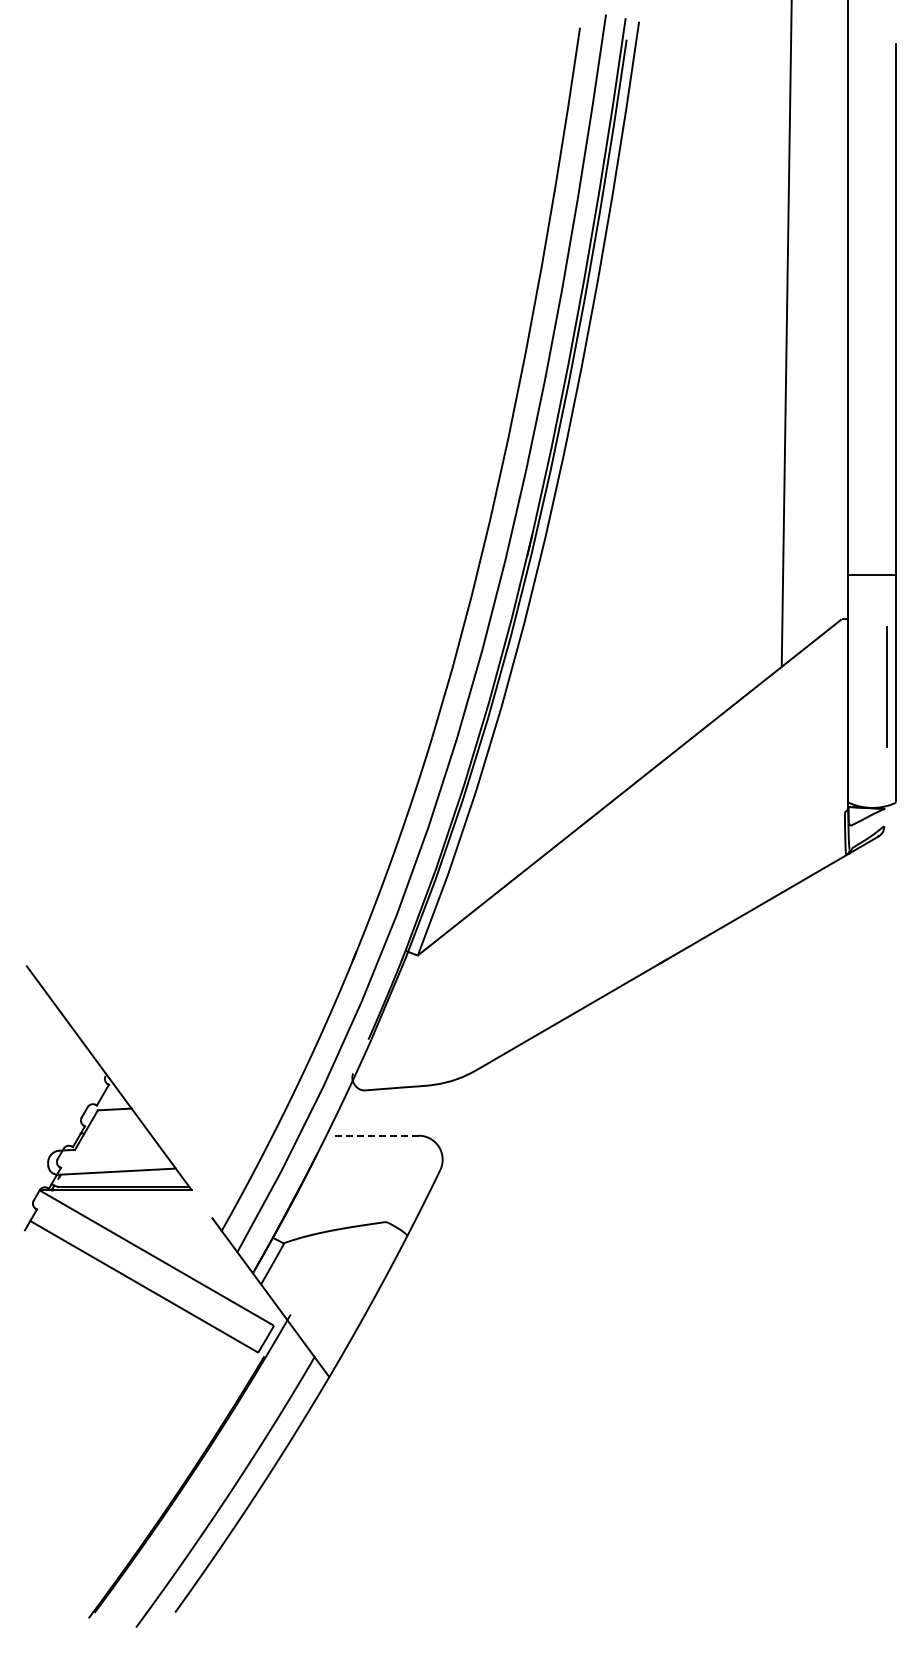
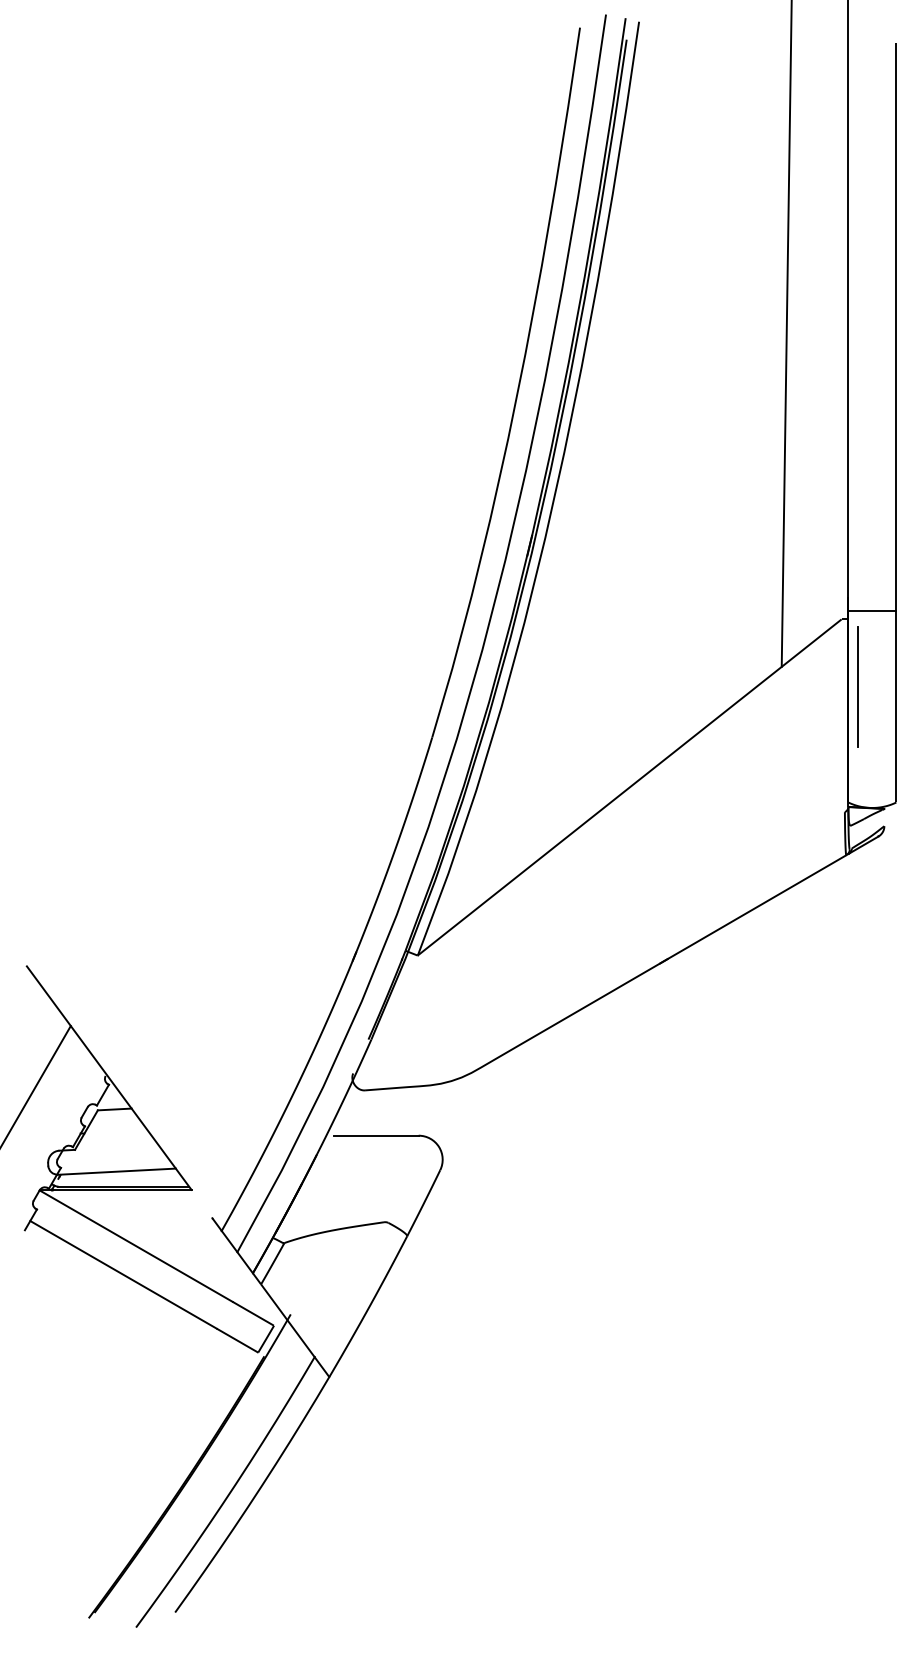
line at (872, 575) position: (872, 575) -> (872, 611)
line at (886, 686) position: (886, 686) -> (857, 686)
line at (36, 1085): none -> present
line at (375, 1135): dashed -> solid
